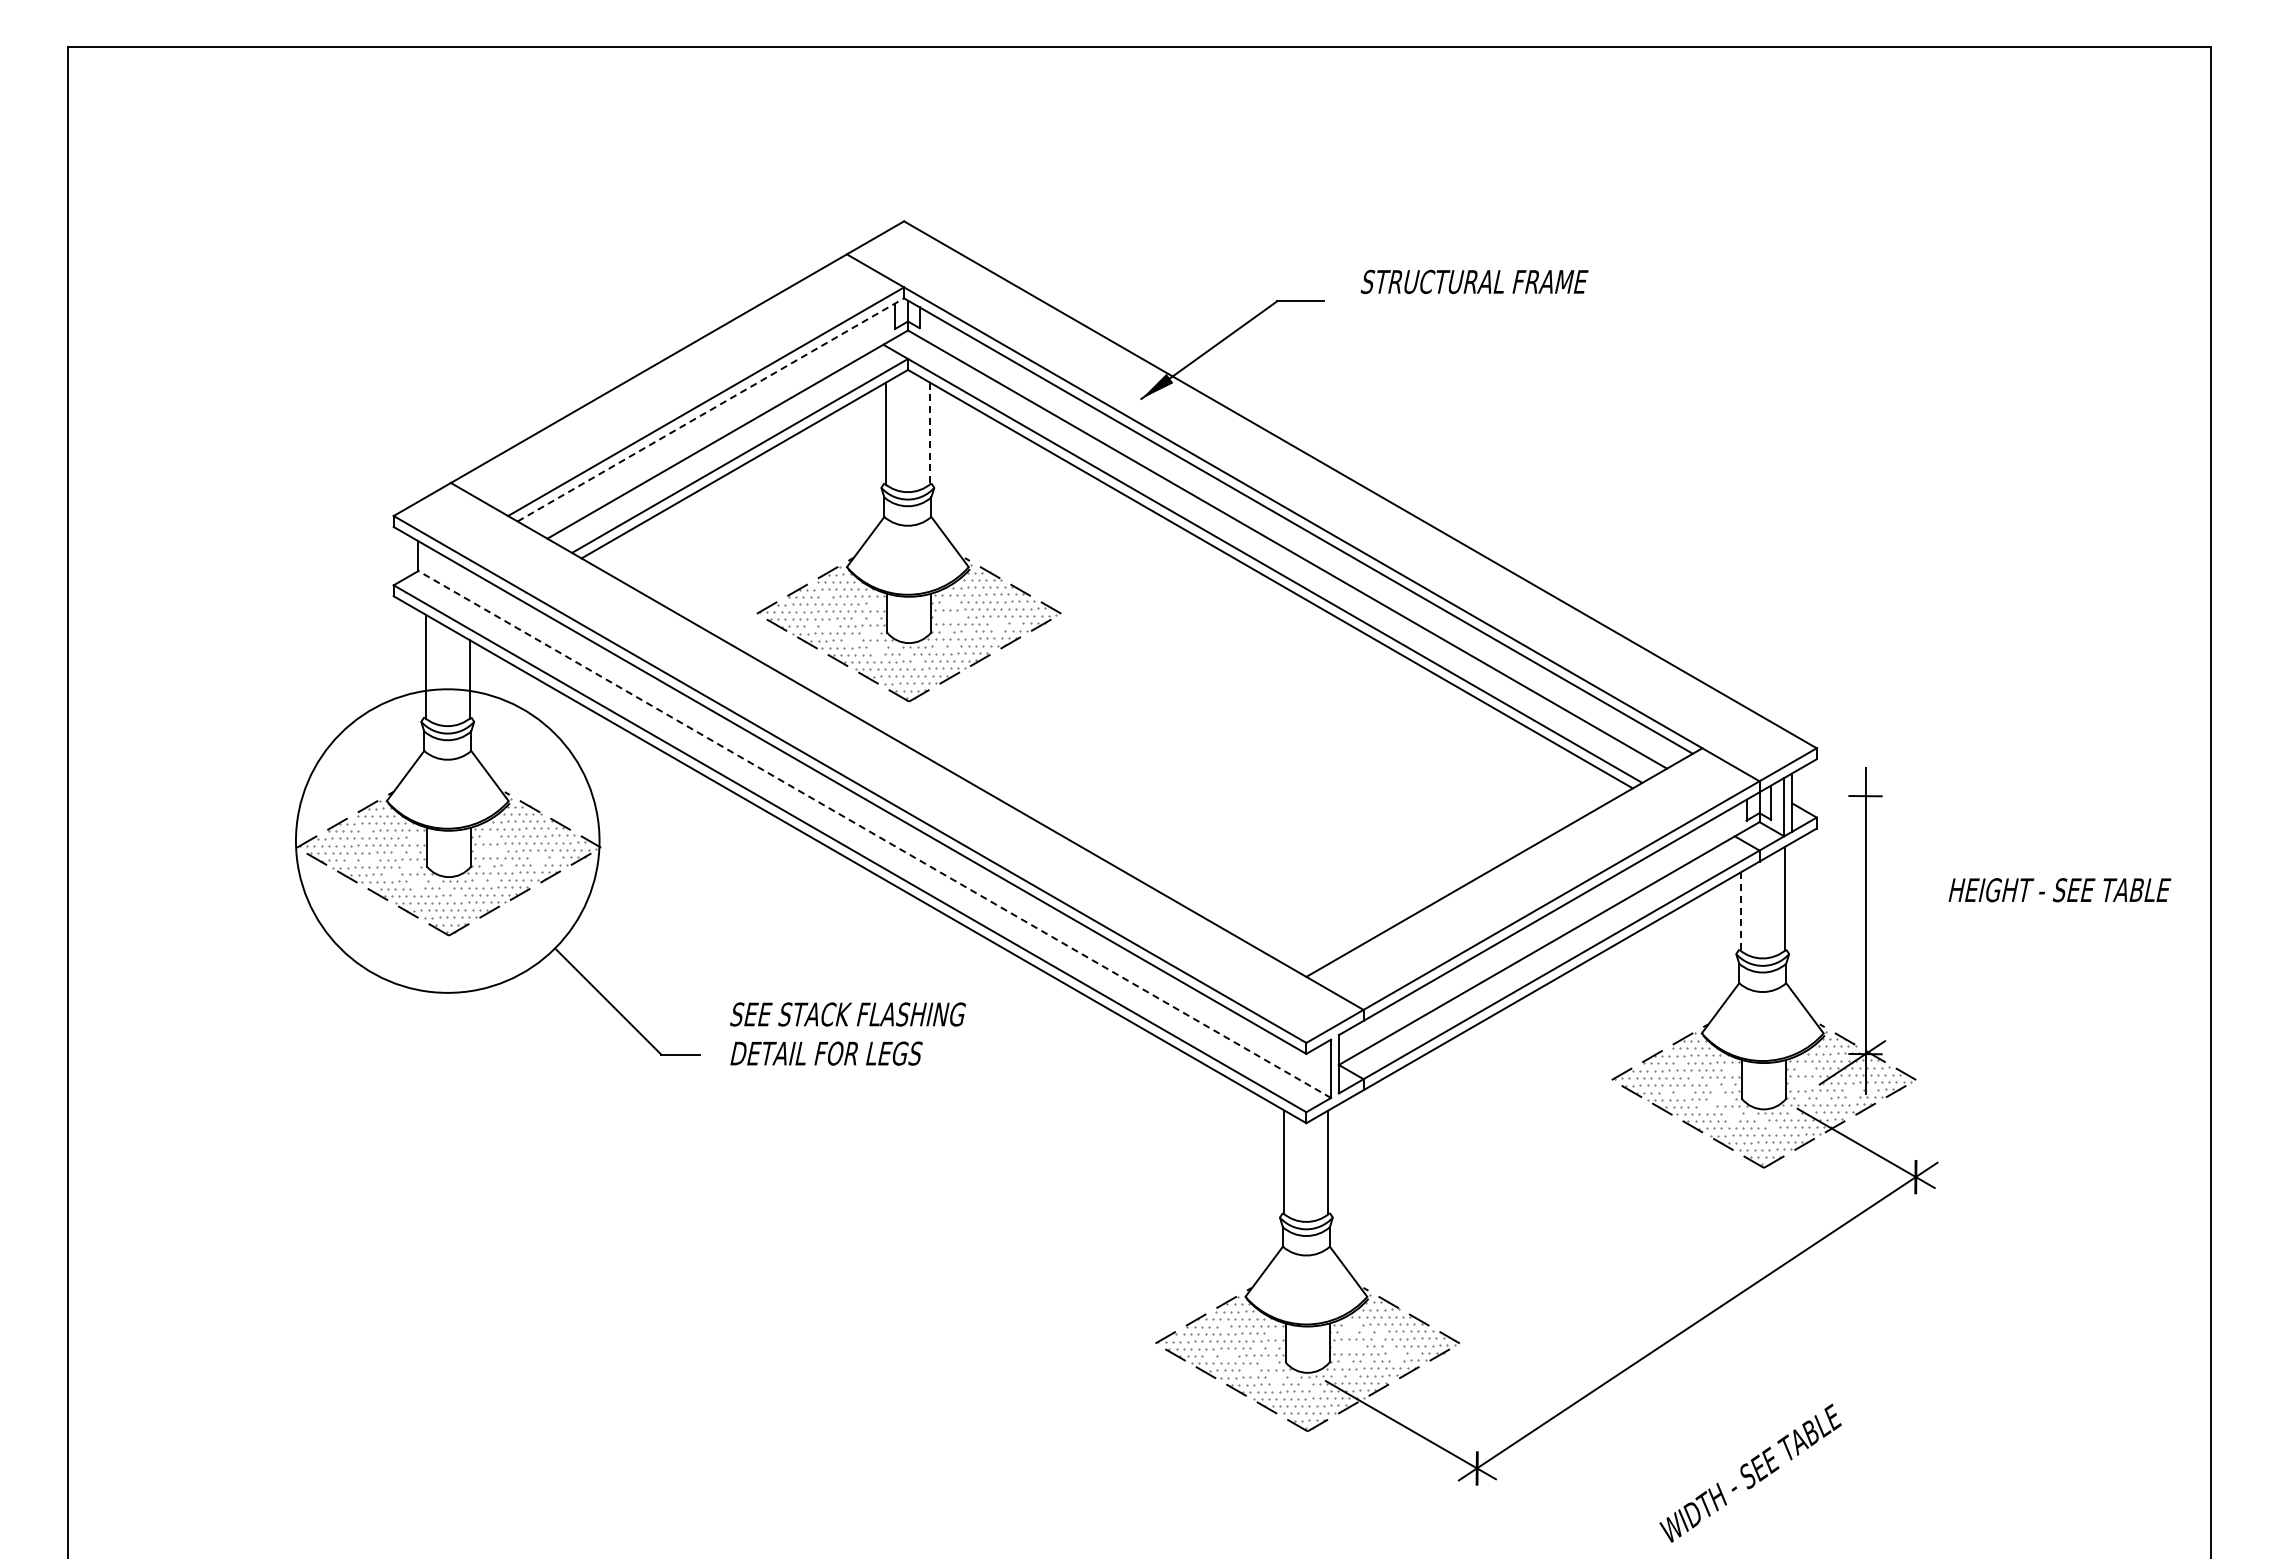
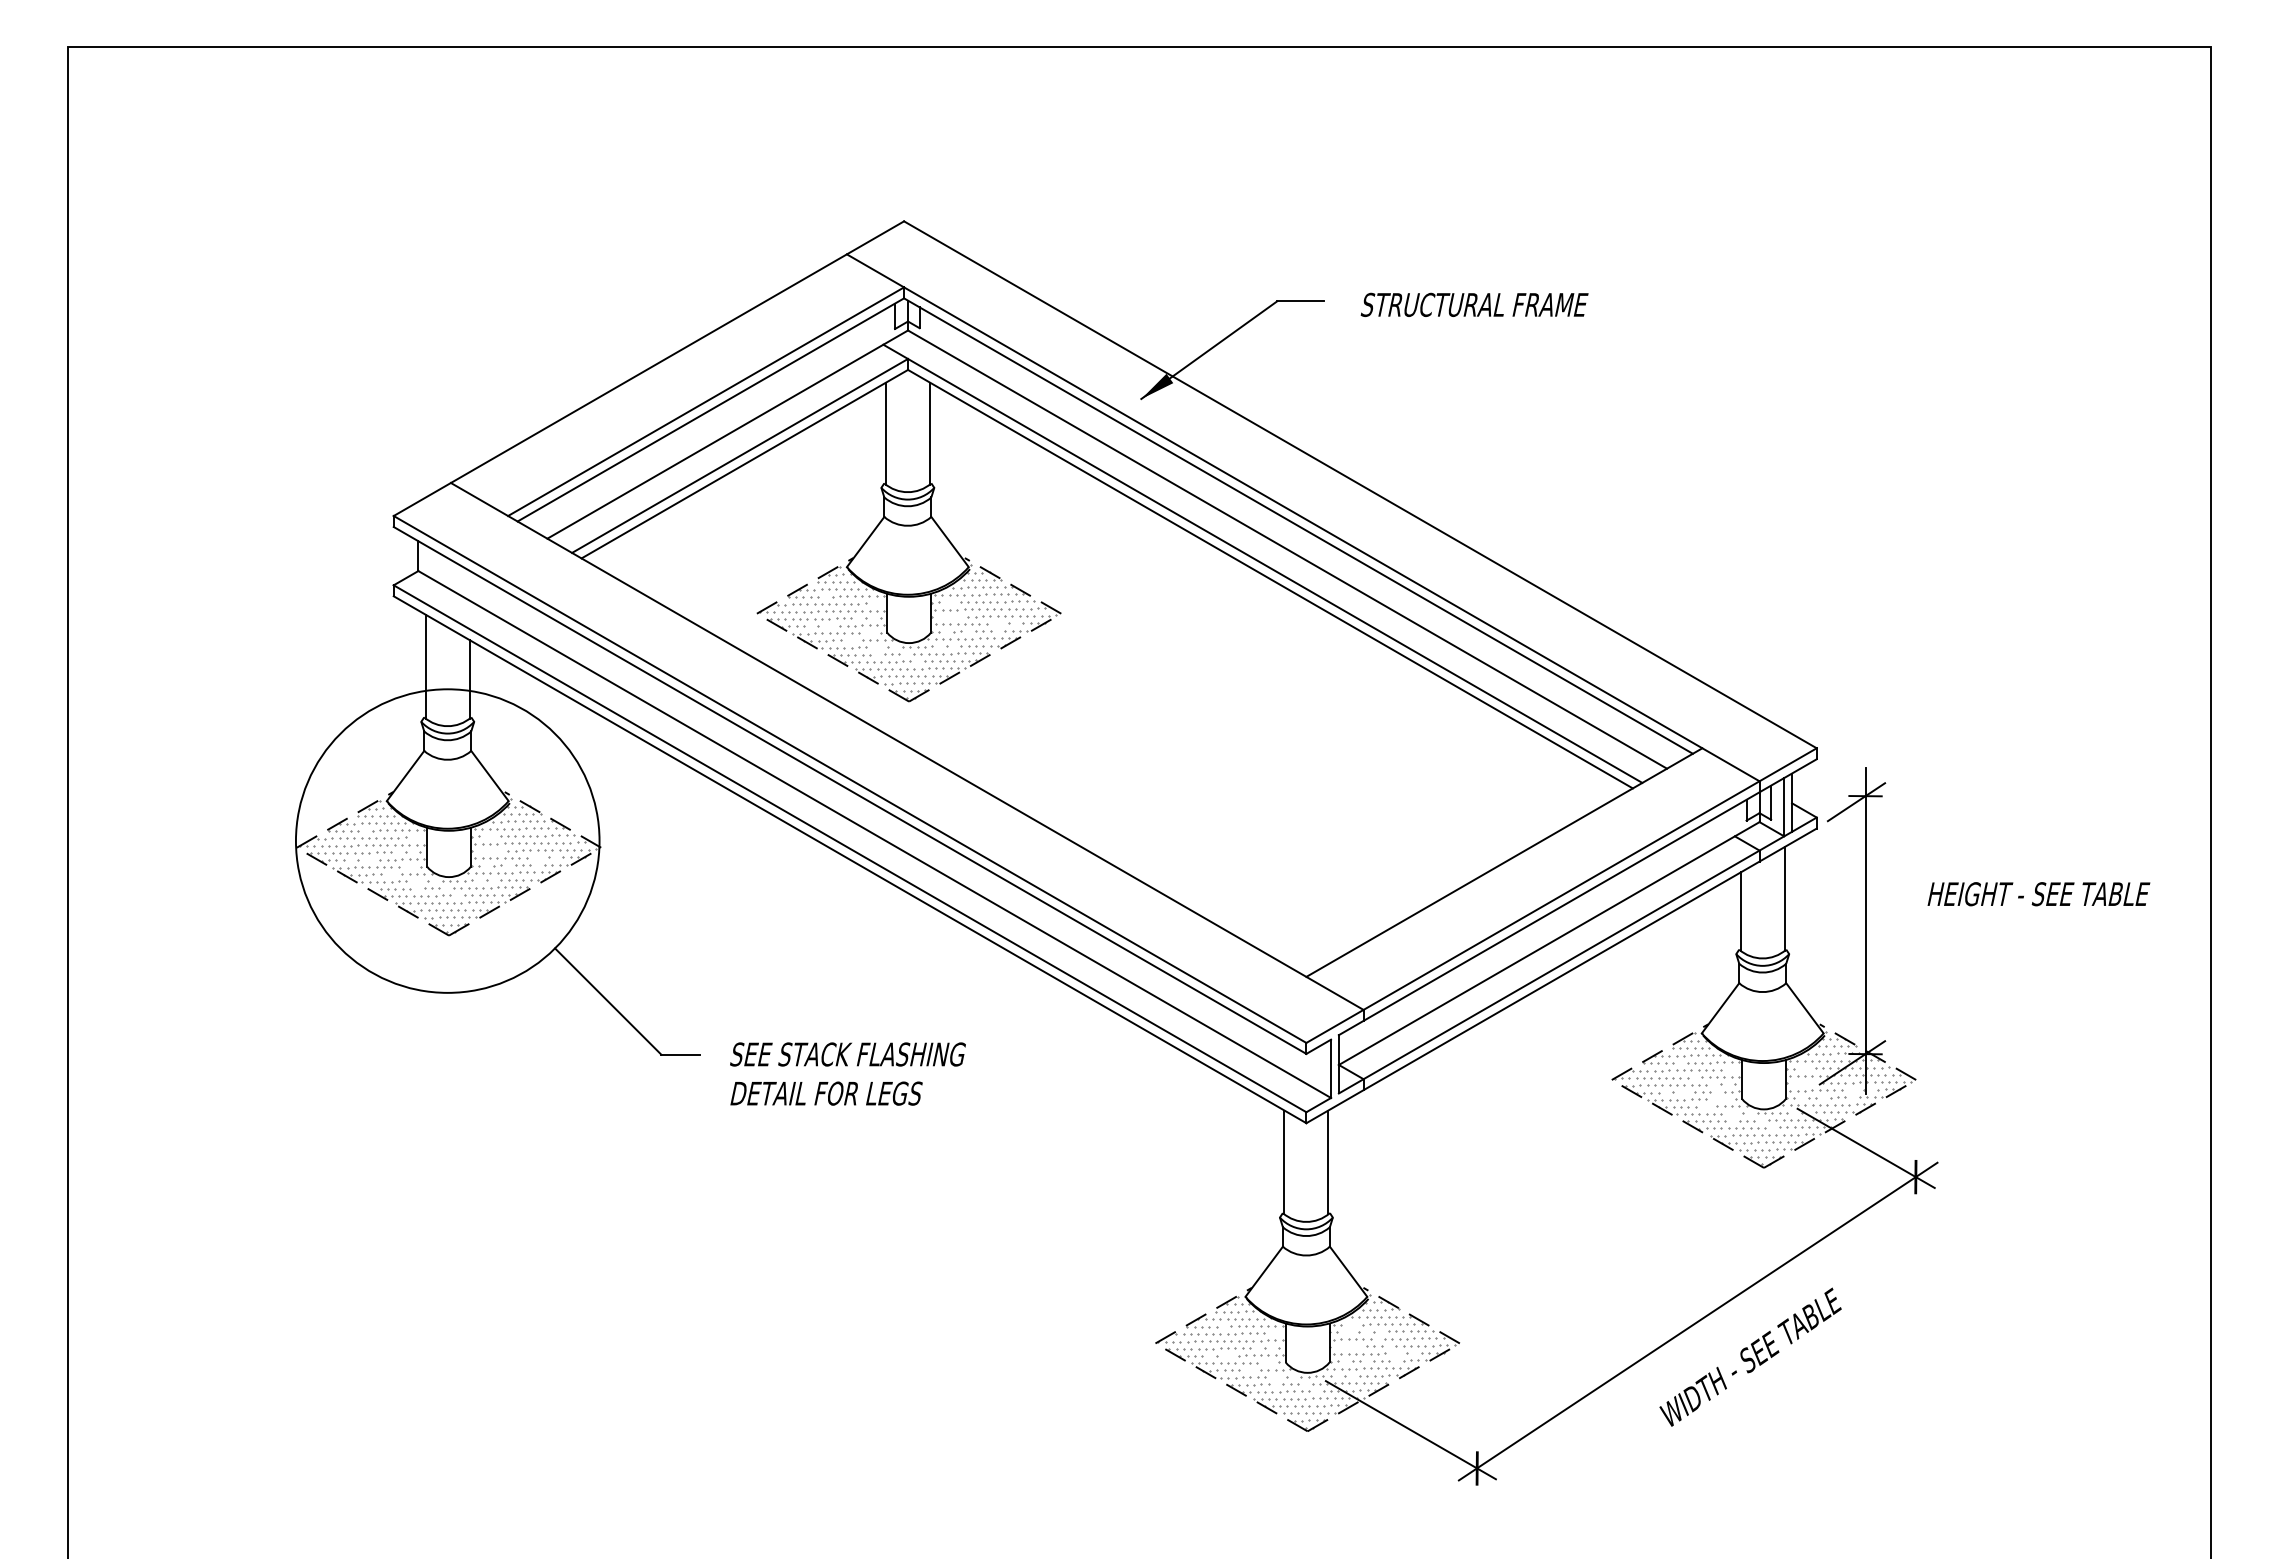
text at (1474, 281) position: (1474, 281) -> (1474, 304)
line at (711, 409): dashed -> solid
line at (929, 434): dashed -> solid
line at (1856, 802): none -> present
line at (874, 834): dashed -> solid
text at (2059, 890) position: (2059, 890) -> (2038, 894)
line at (1740, 912): dashed -> solid
text at (847, 1033) position: (847, 1033) -> (847, 1073)
text at (1750, 1472) position: (1750, 1472) -> (1750, 1356)
